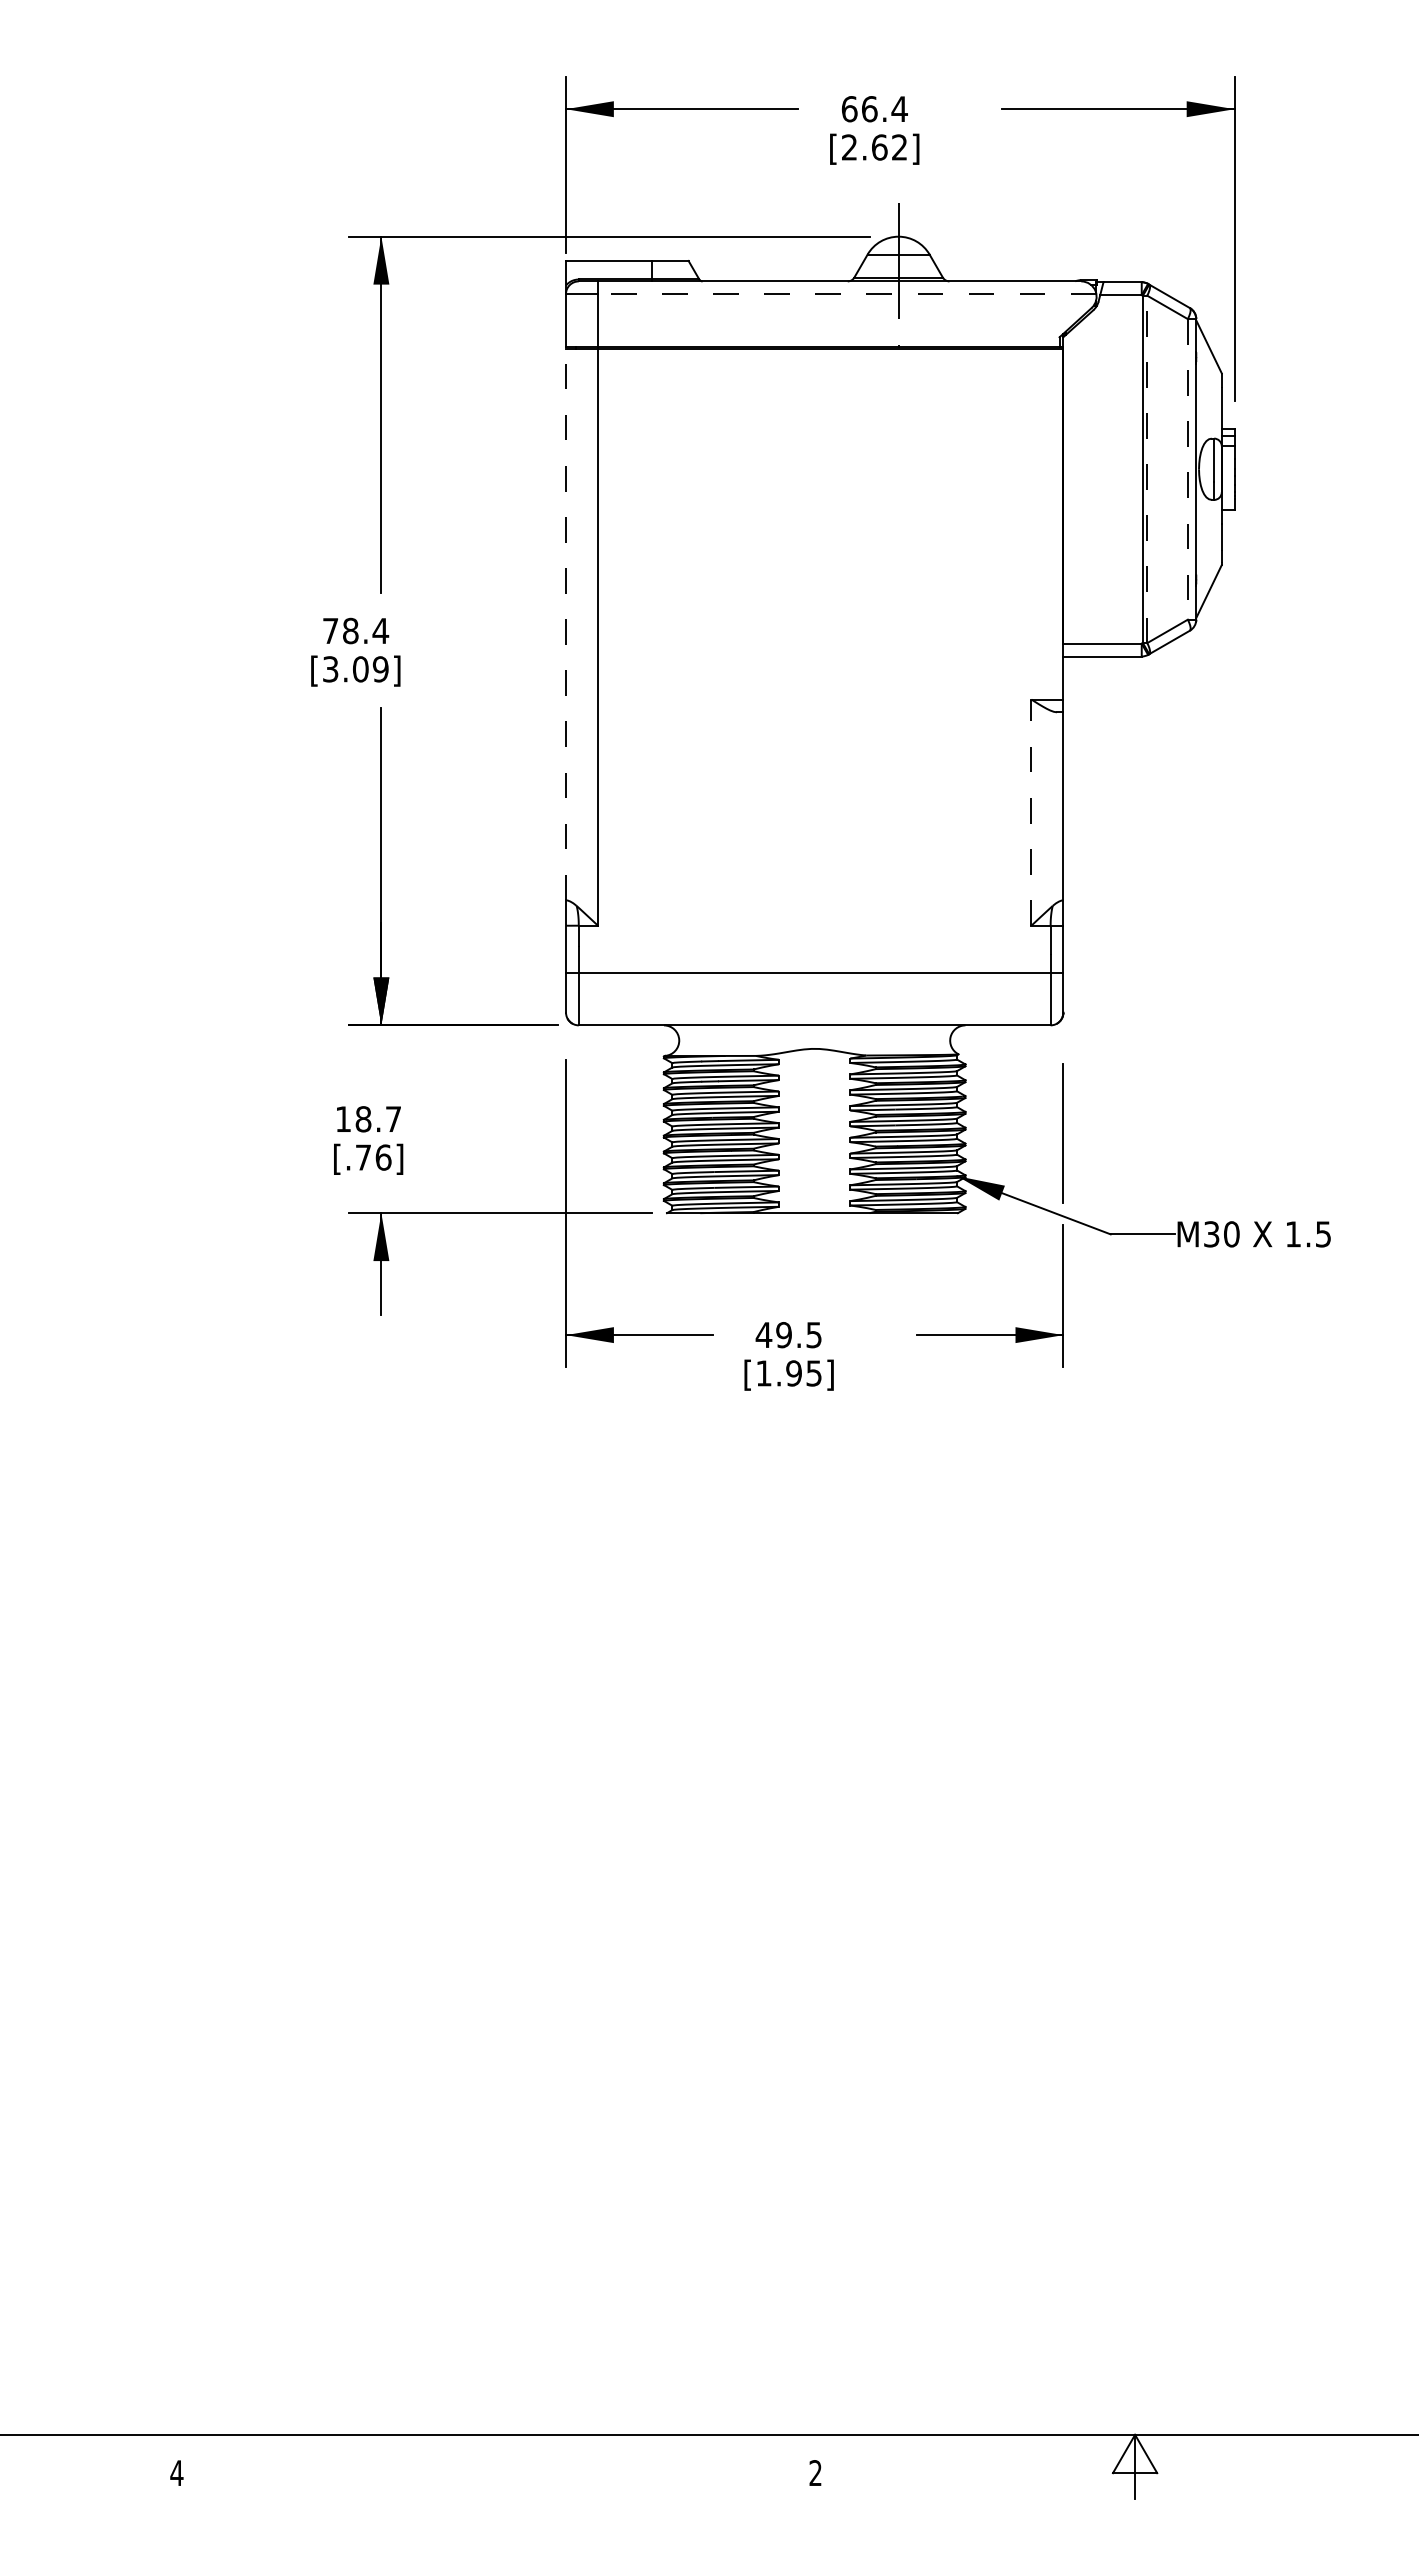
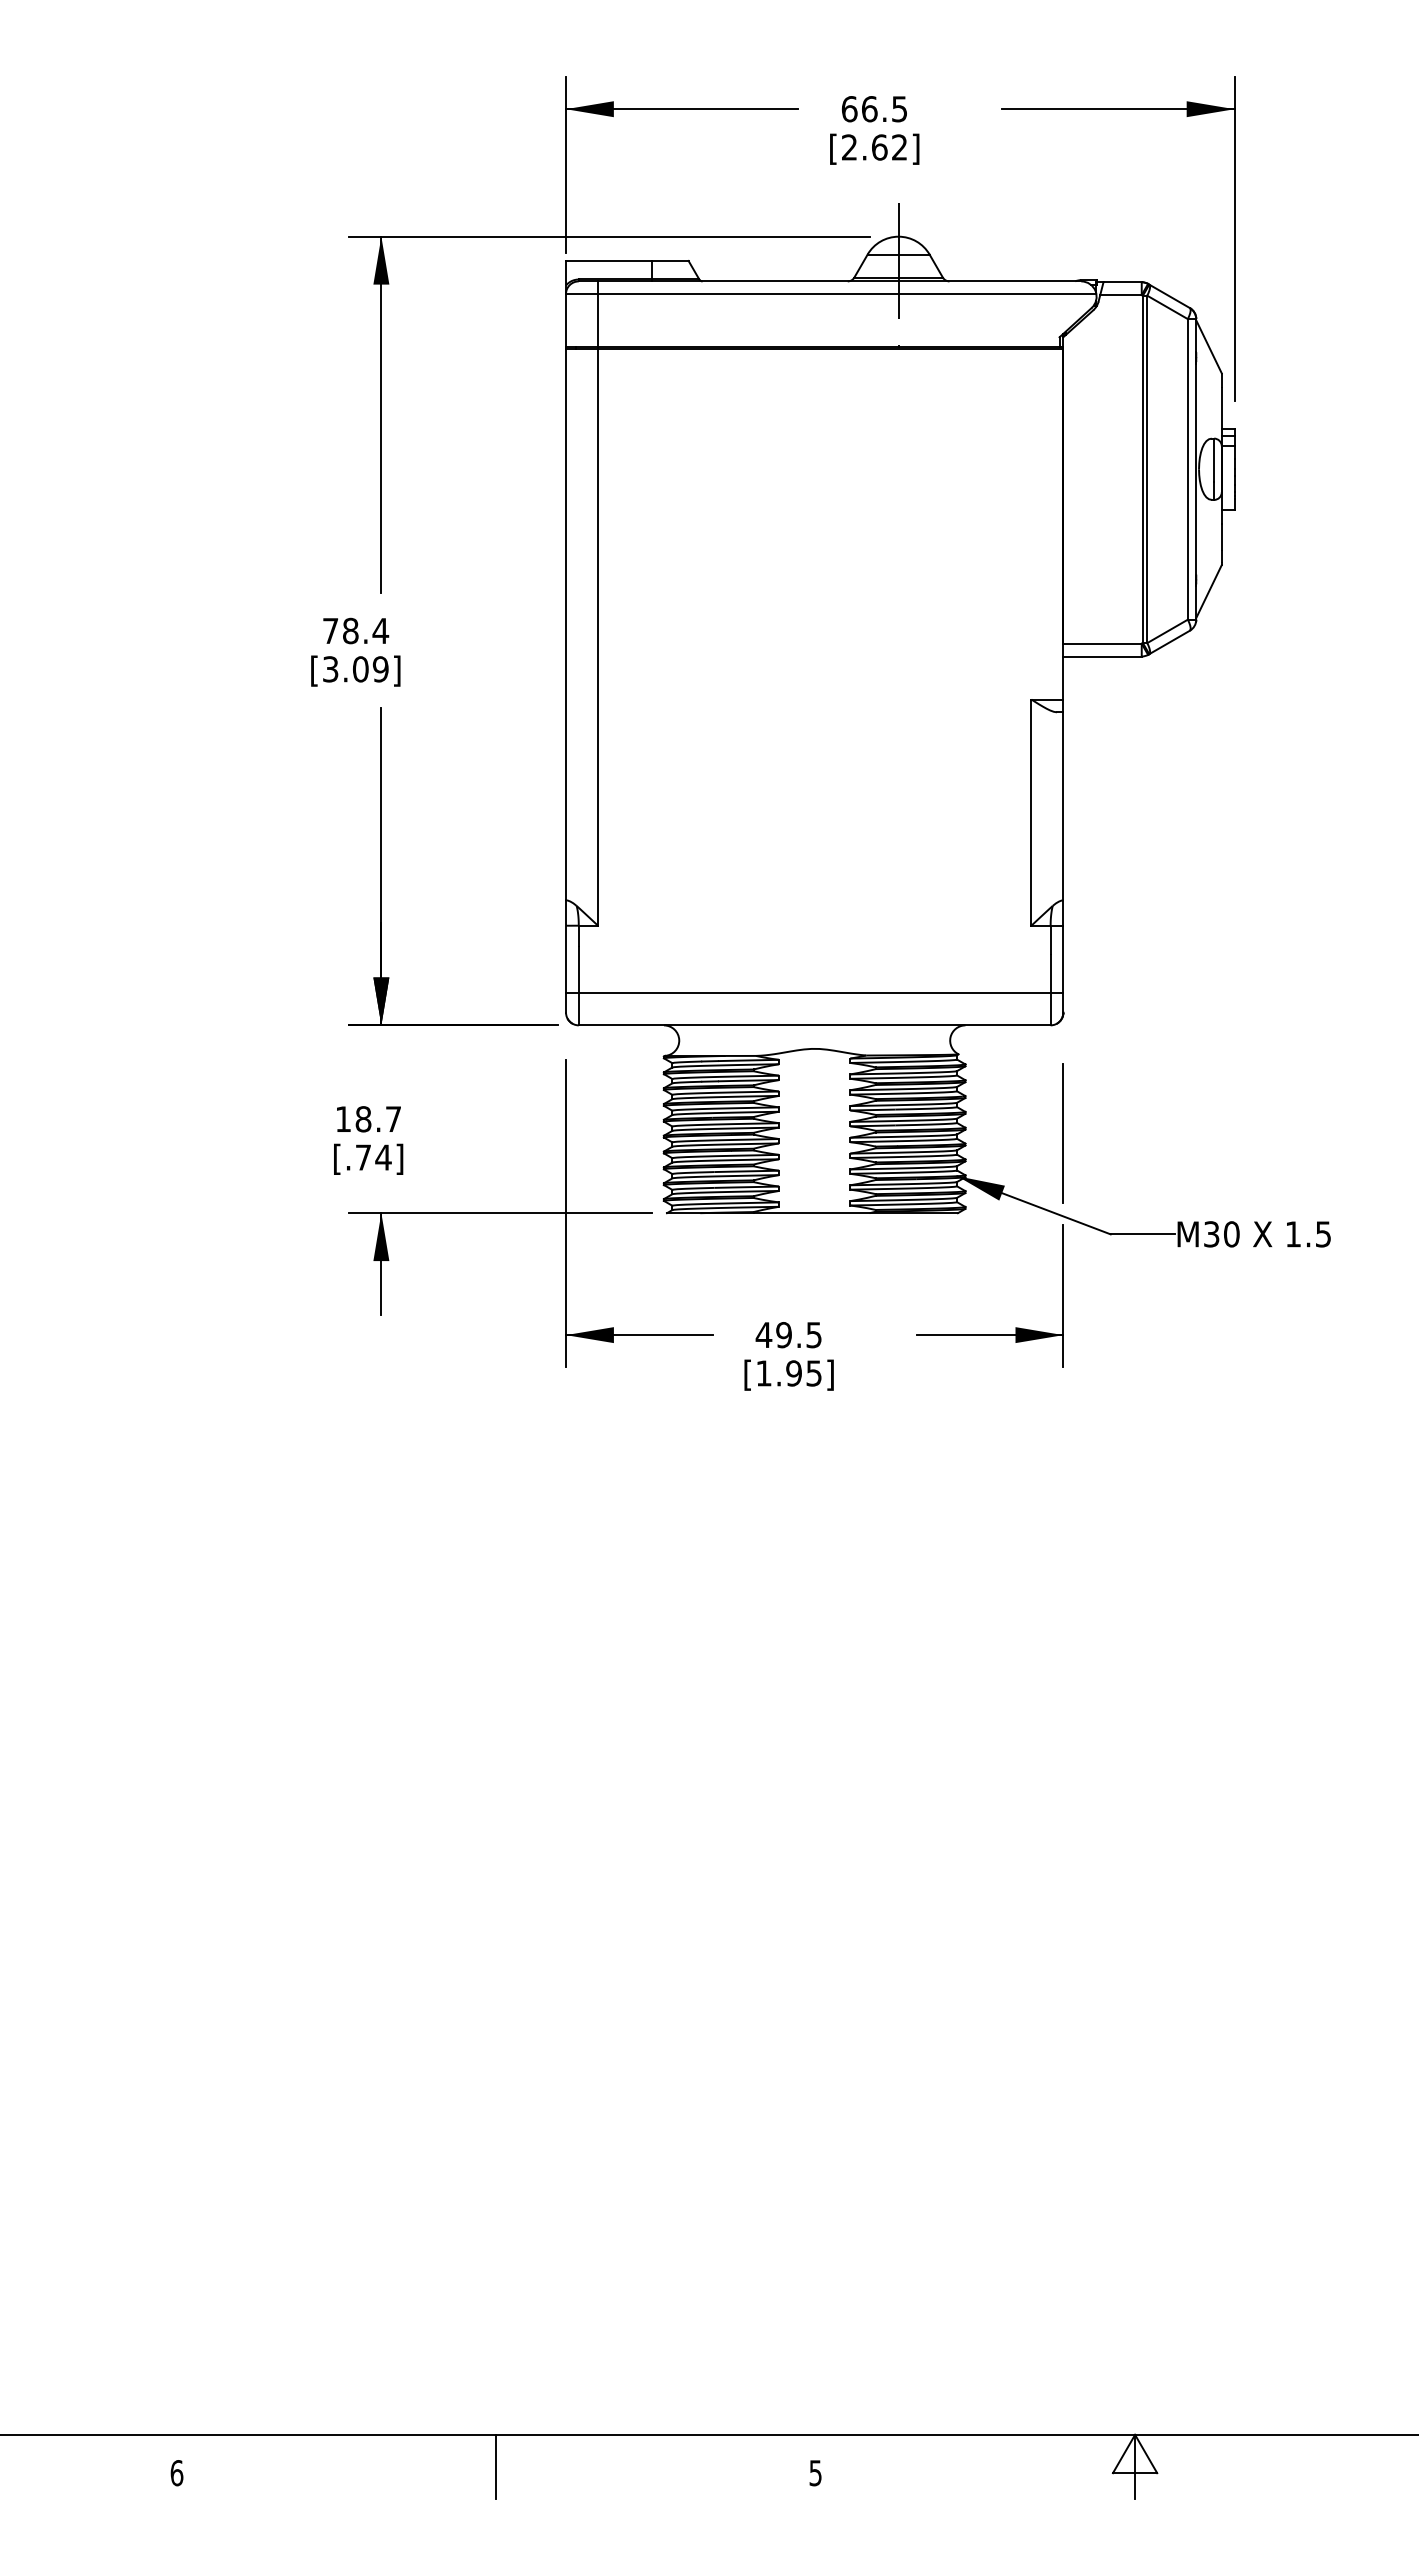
text at (899, 109): 66.4 -> 66.5
line at (846, 294): dashed -> solid
line at (1147, 469): dashed -> solid
line at (1187, 469): dashed -> solid
line at (566, 624): dashed -> solid
line at (1031, 812): dashed -> solid
line at (814, 973) position: (814, 973) -> (814, 993)
text at (383, 1157): [.76] -> [.74]
line at (496, 2466): none -> present
text at (176, 2473): 4 -> 6
text at (815, 2473): 2 -> 5
